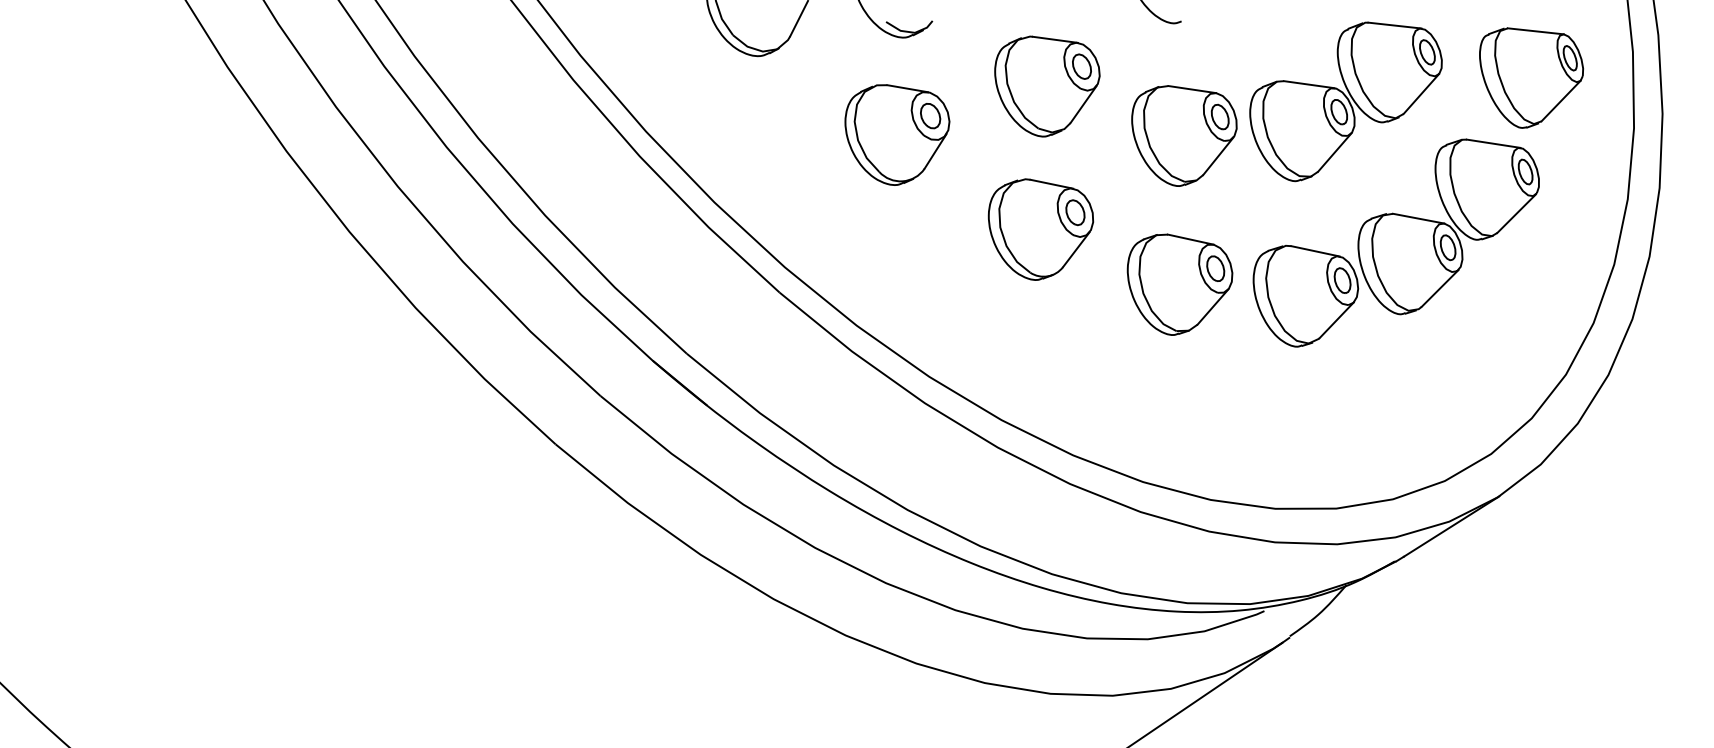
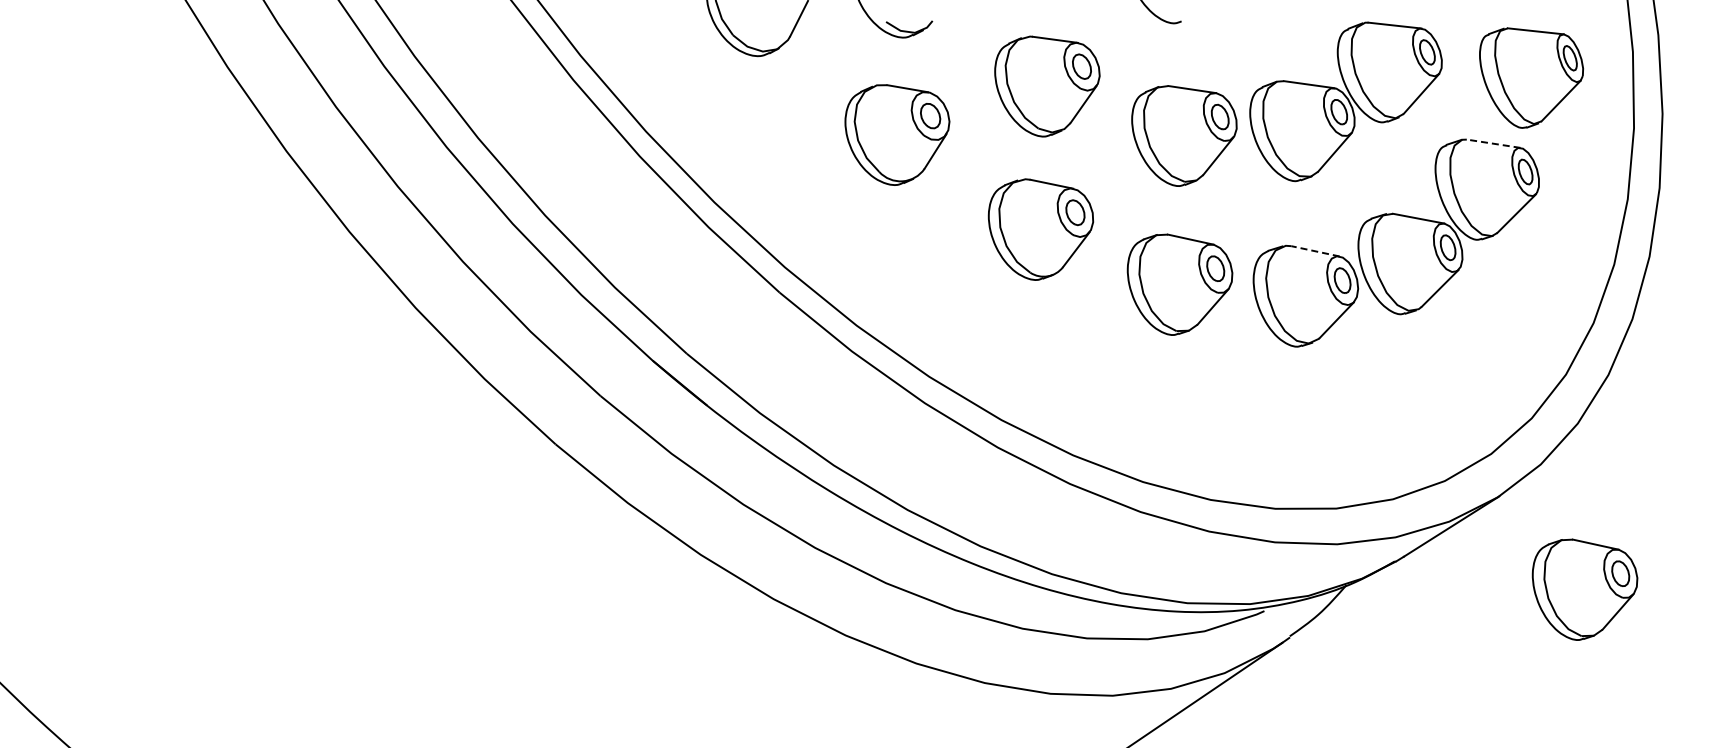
line at (1493, 143): solid -> dashed
line at (1315, 251): solid -> dashed
part at (1584, 589): none -> present
